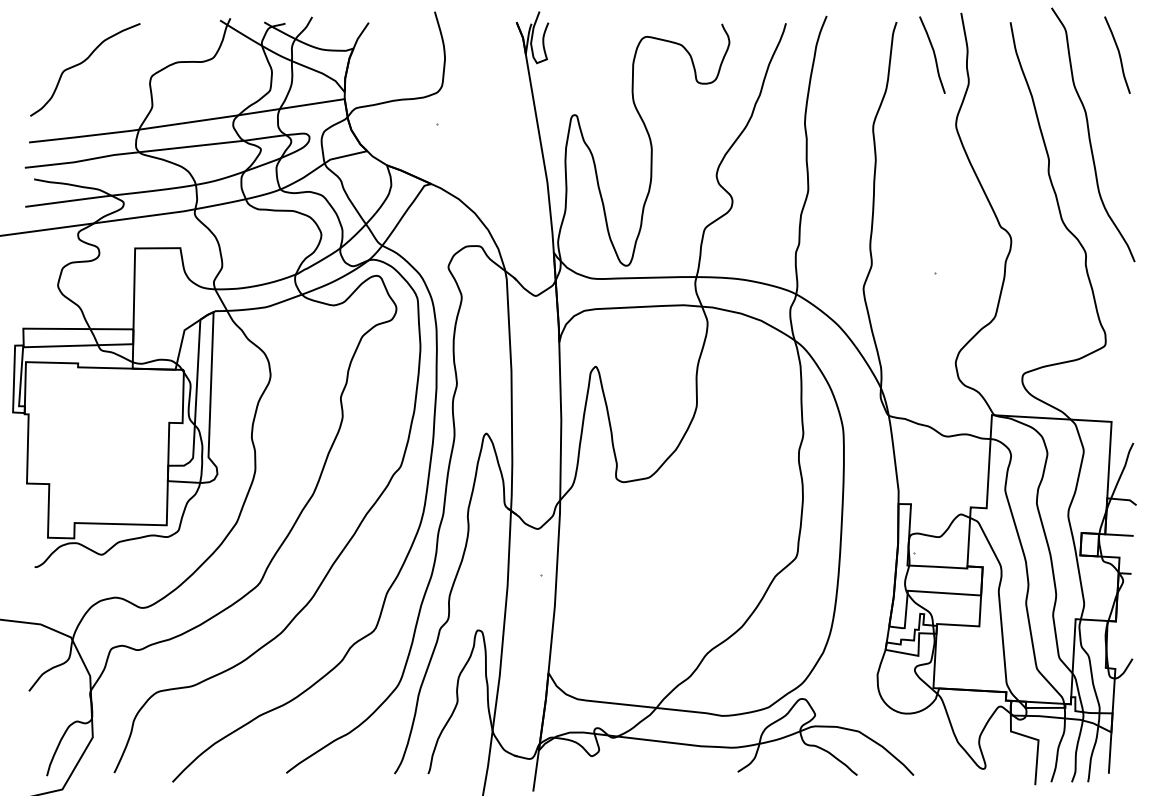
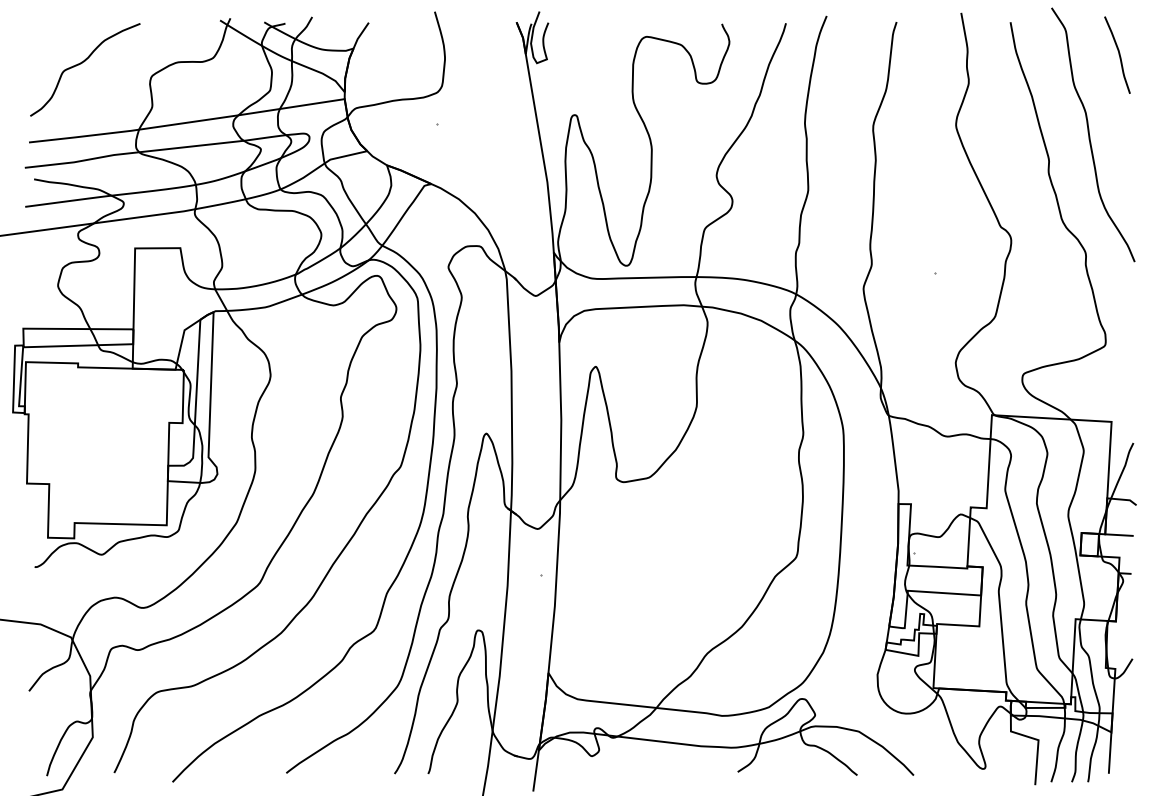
curve at (933, 54): present -> none
